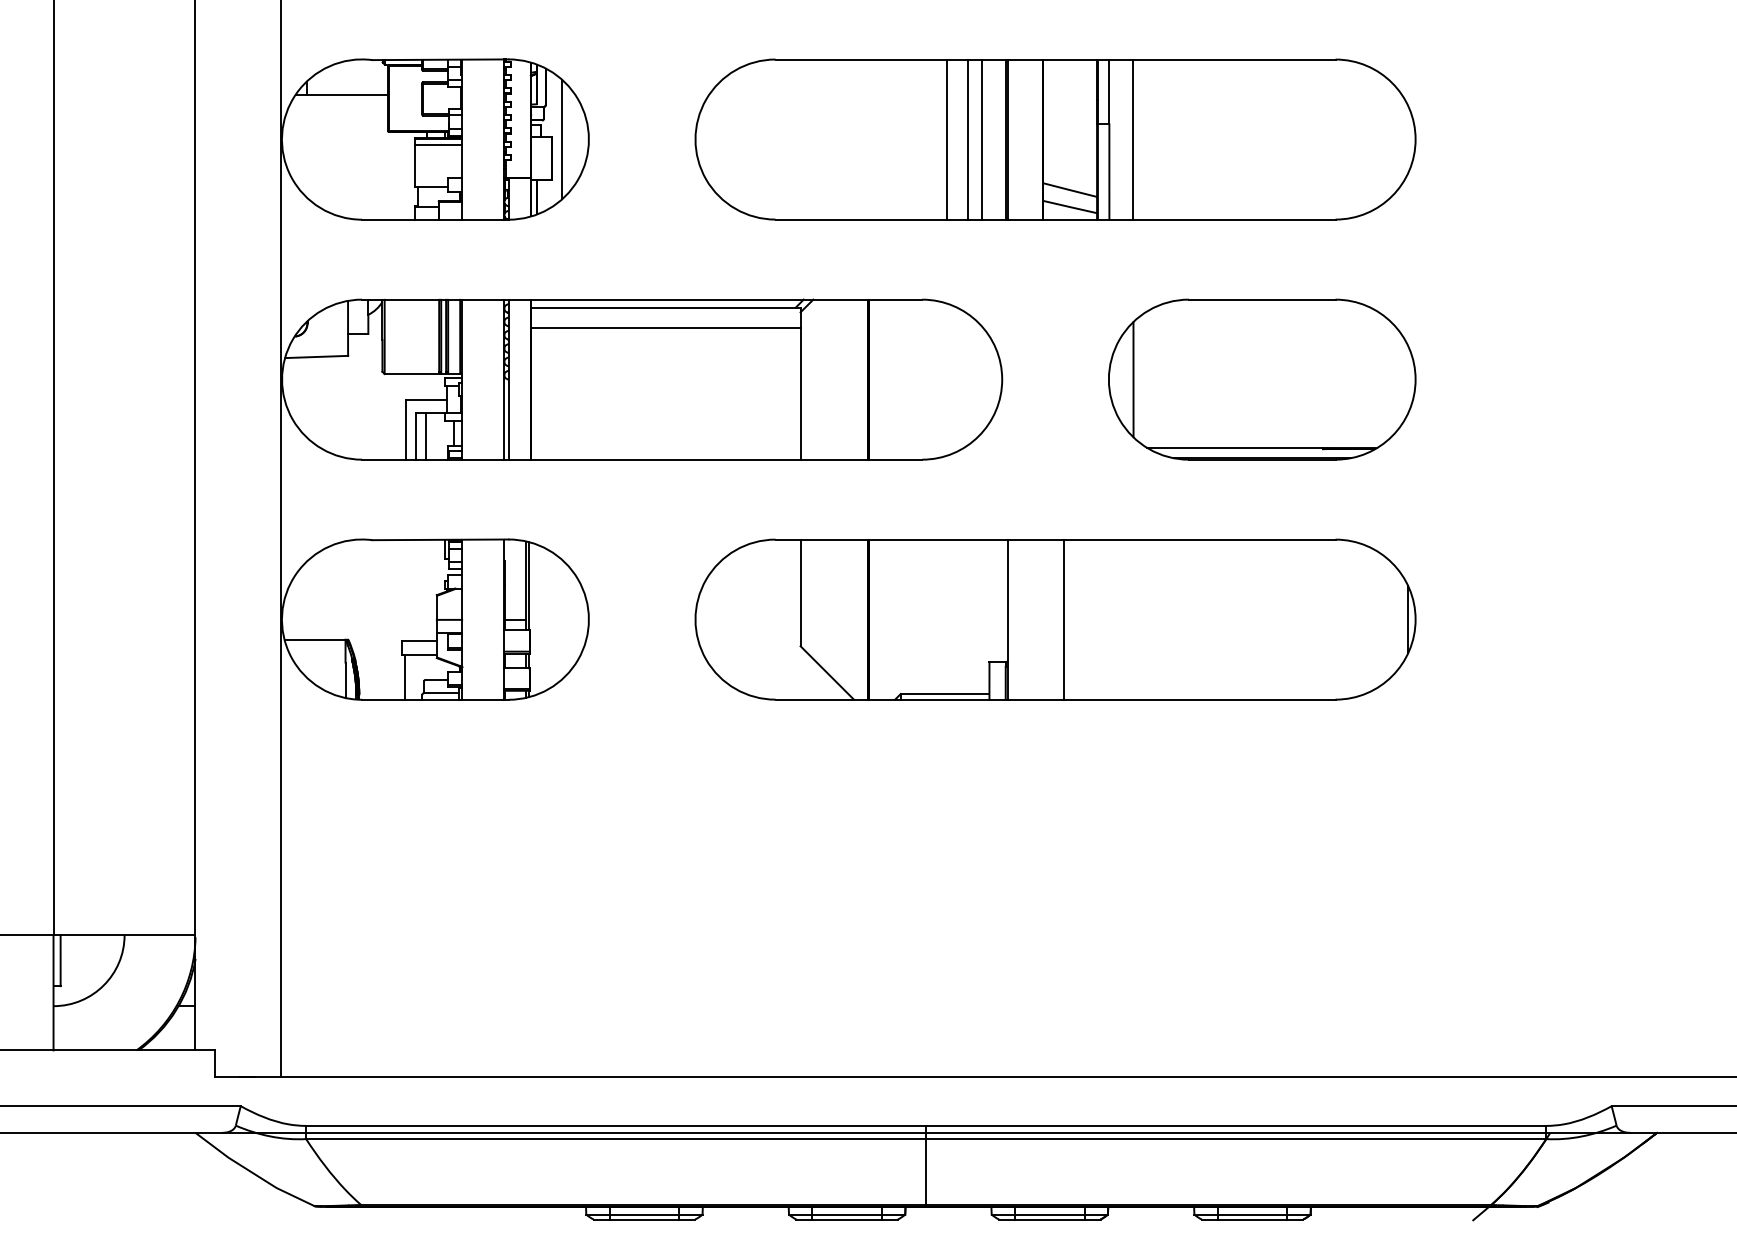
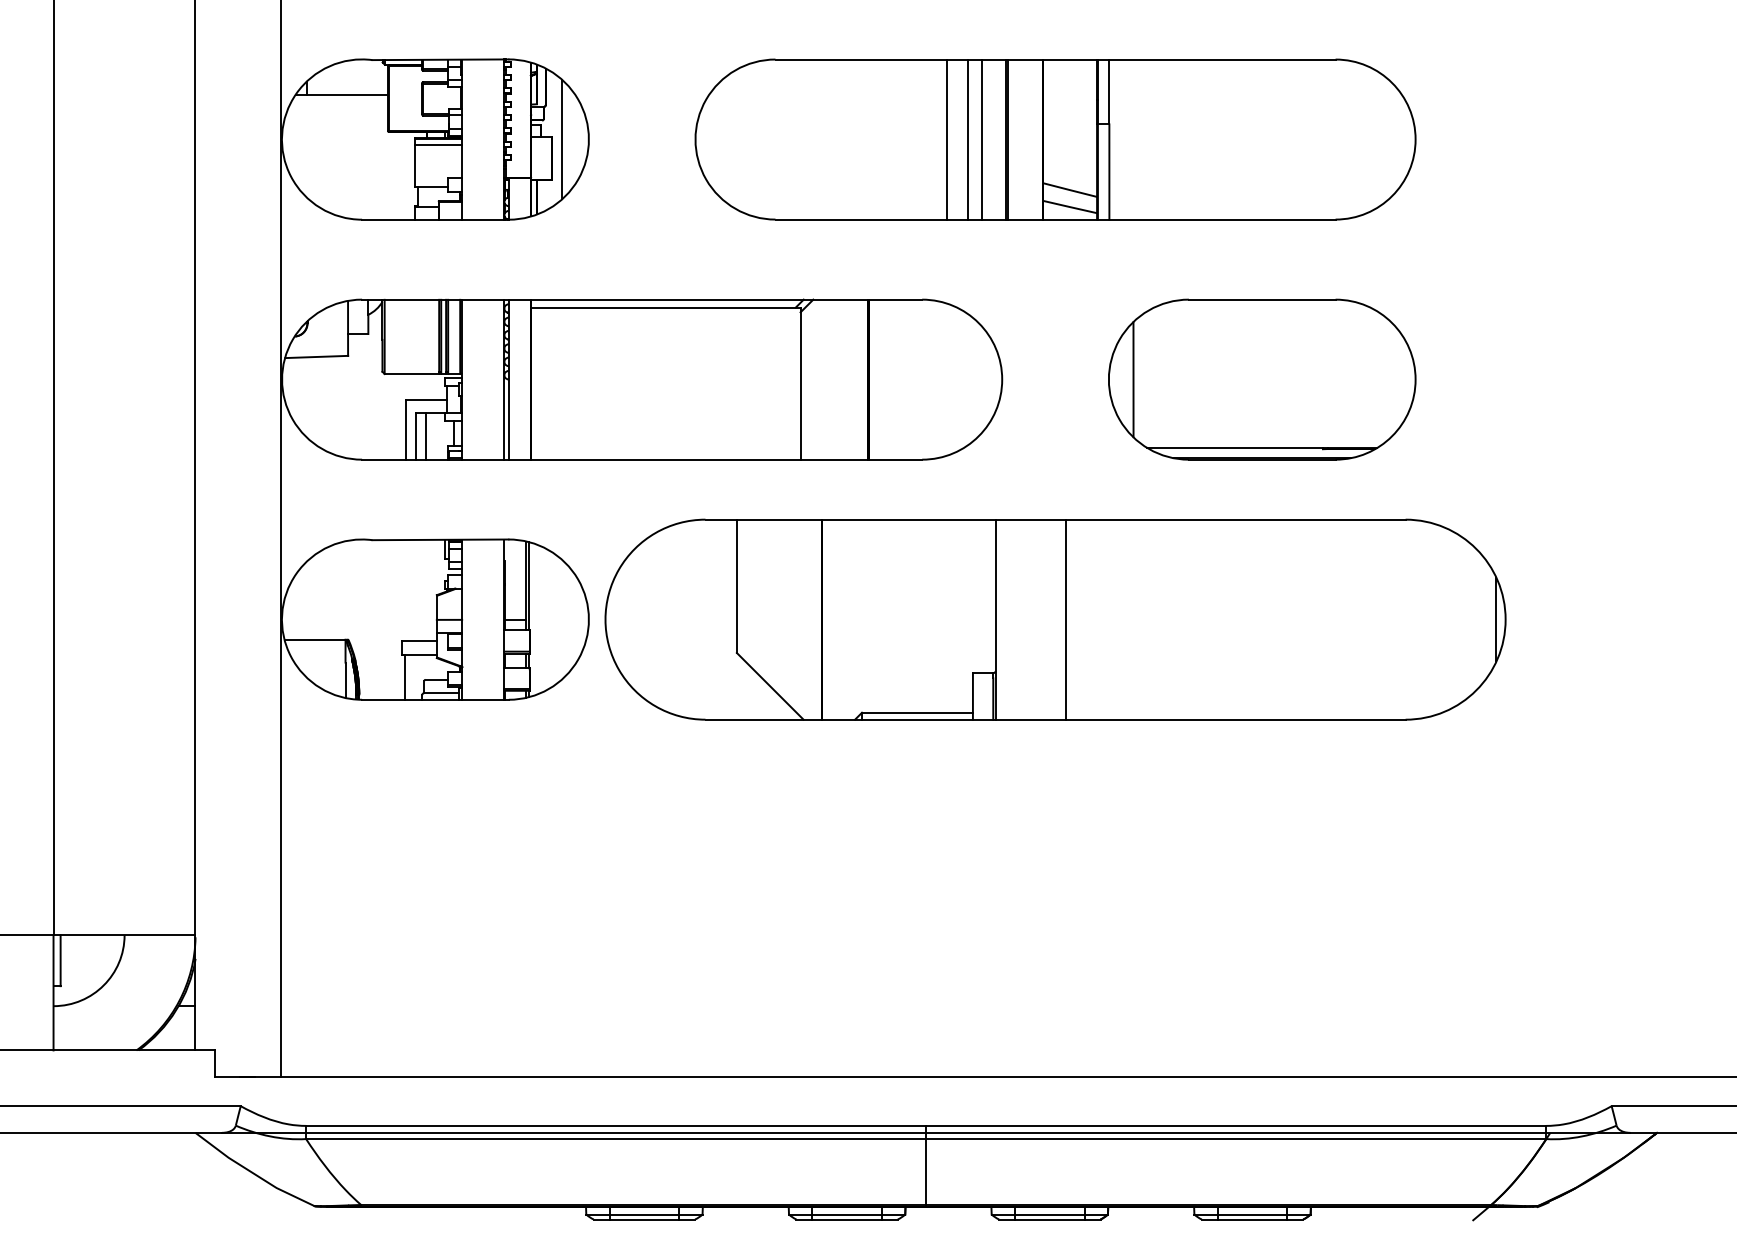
line at (1133, 139): present -> none
line at (665, 327): present -> none
part at (1055, 619) size: 723x163 px -> 903x203 px
